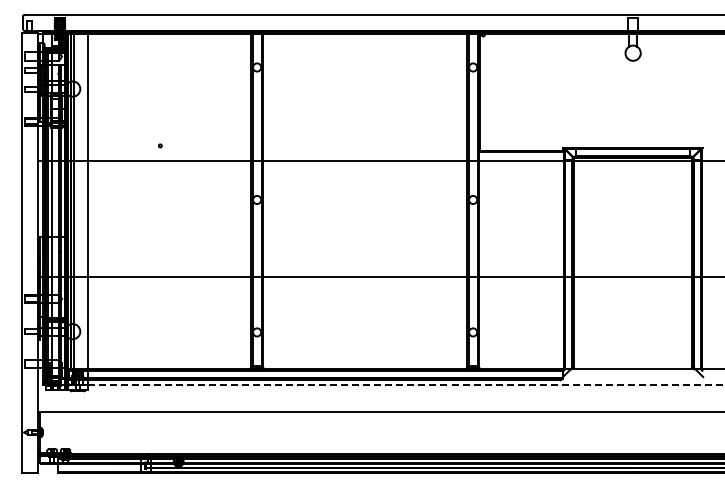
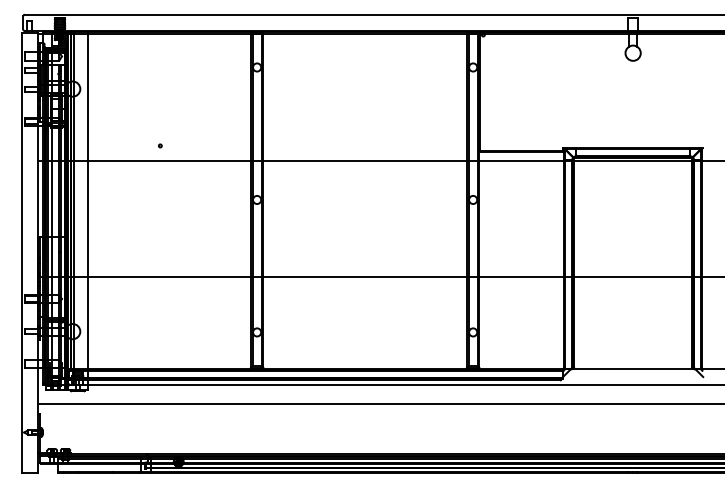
line at (406, 385): dashed -> solid
line at (379, 411) position: (379, 411) -> (379, 403)
